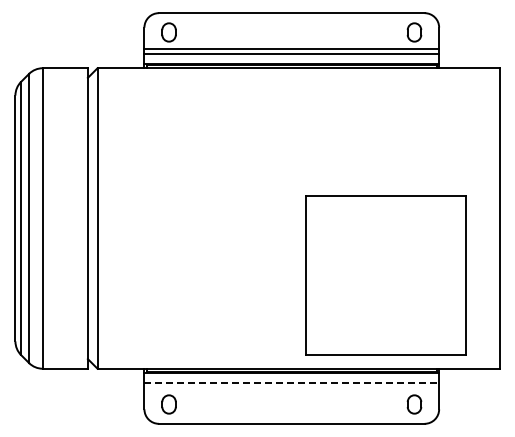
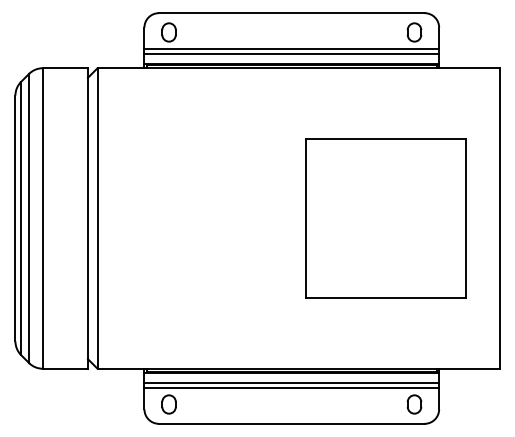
part at (385, 275) position: (385, 275) -> (385, 218)
line at (292, 382): dashed -> solid
line at (291, 387): none -> present
